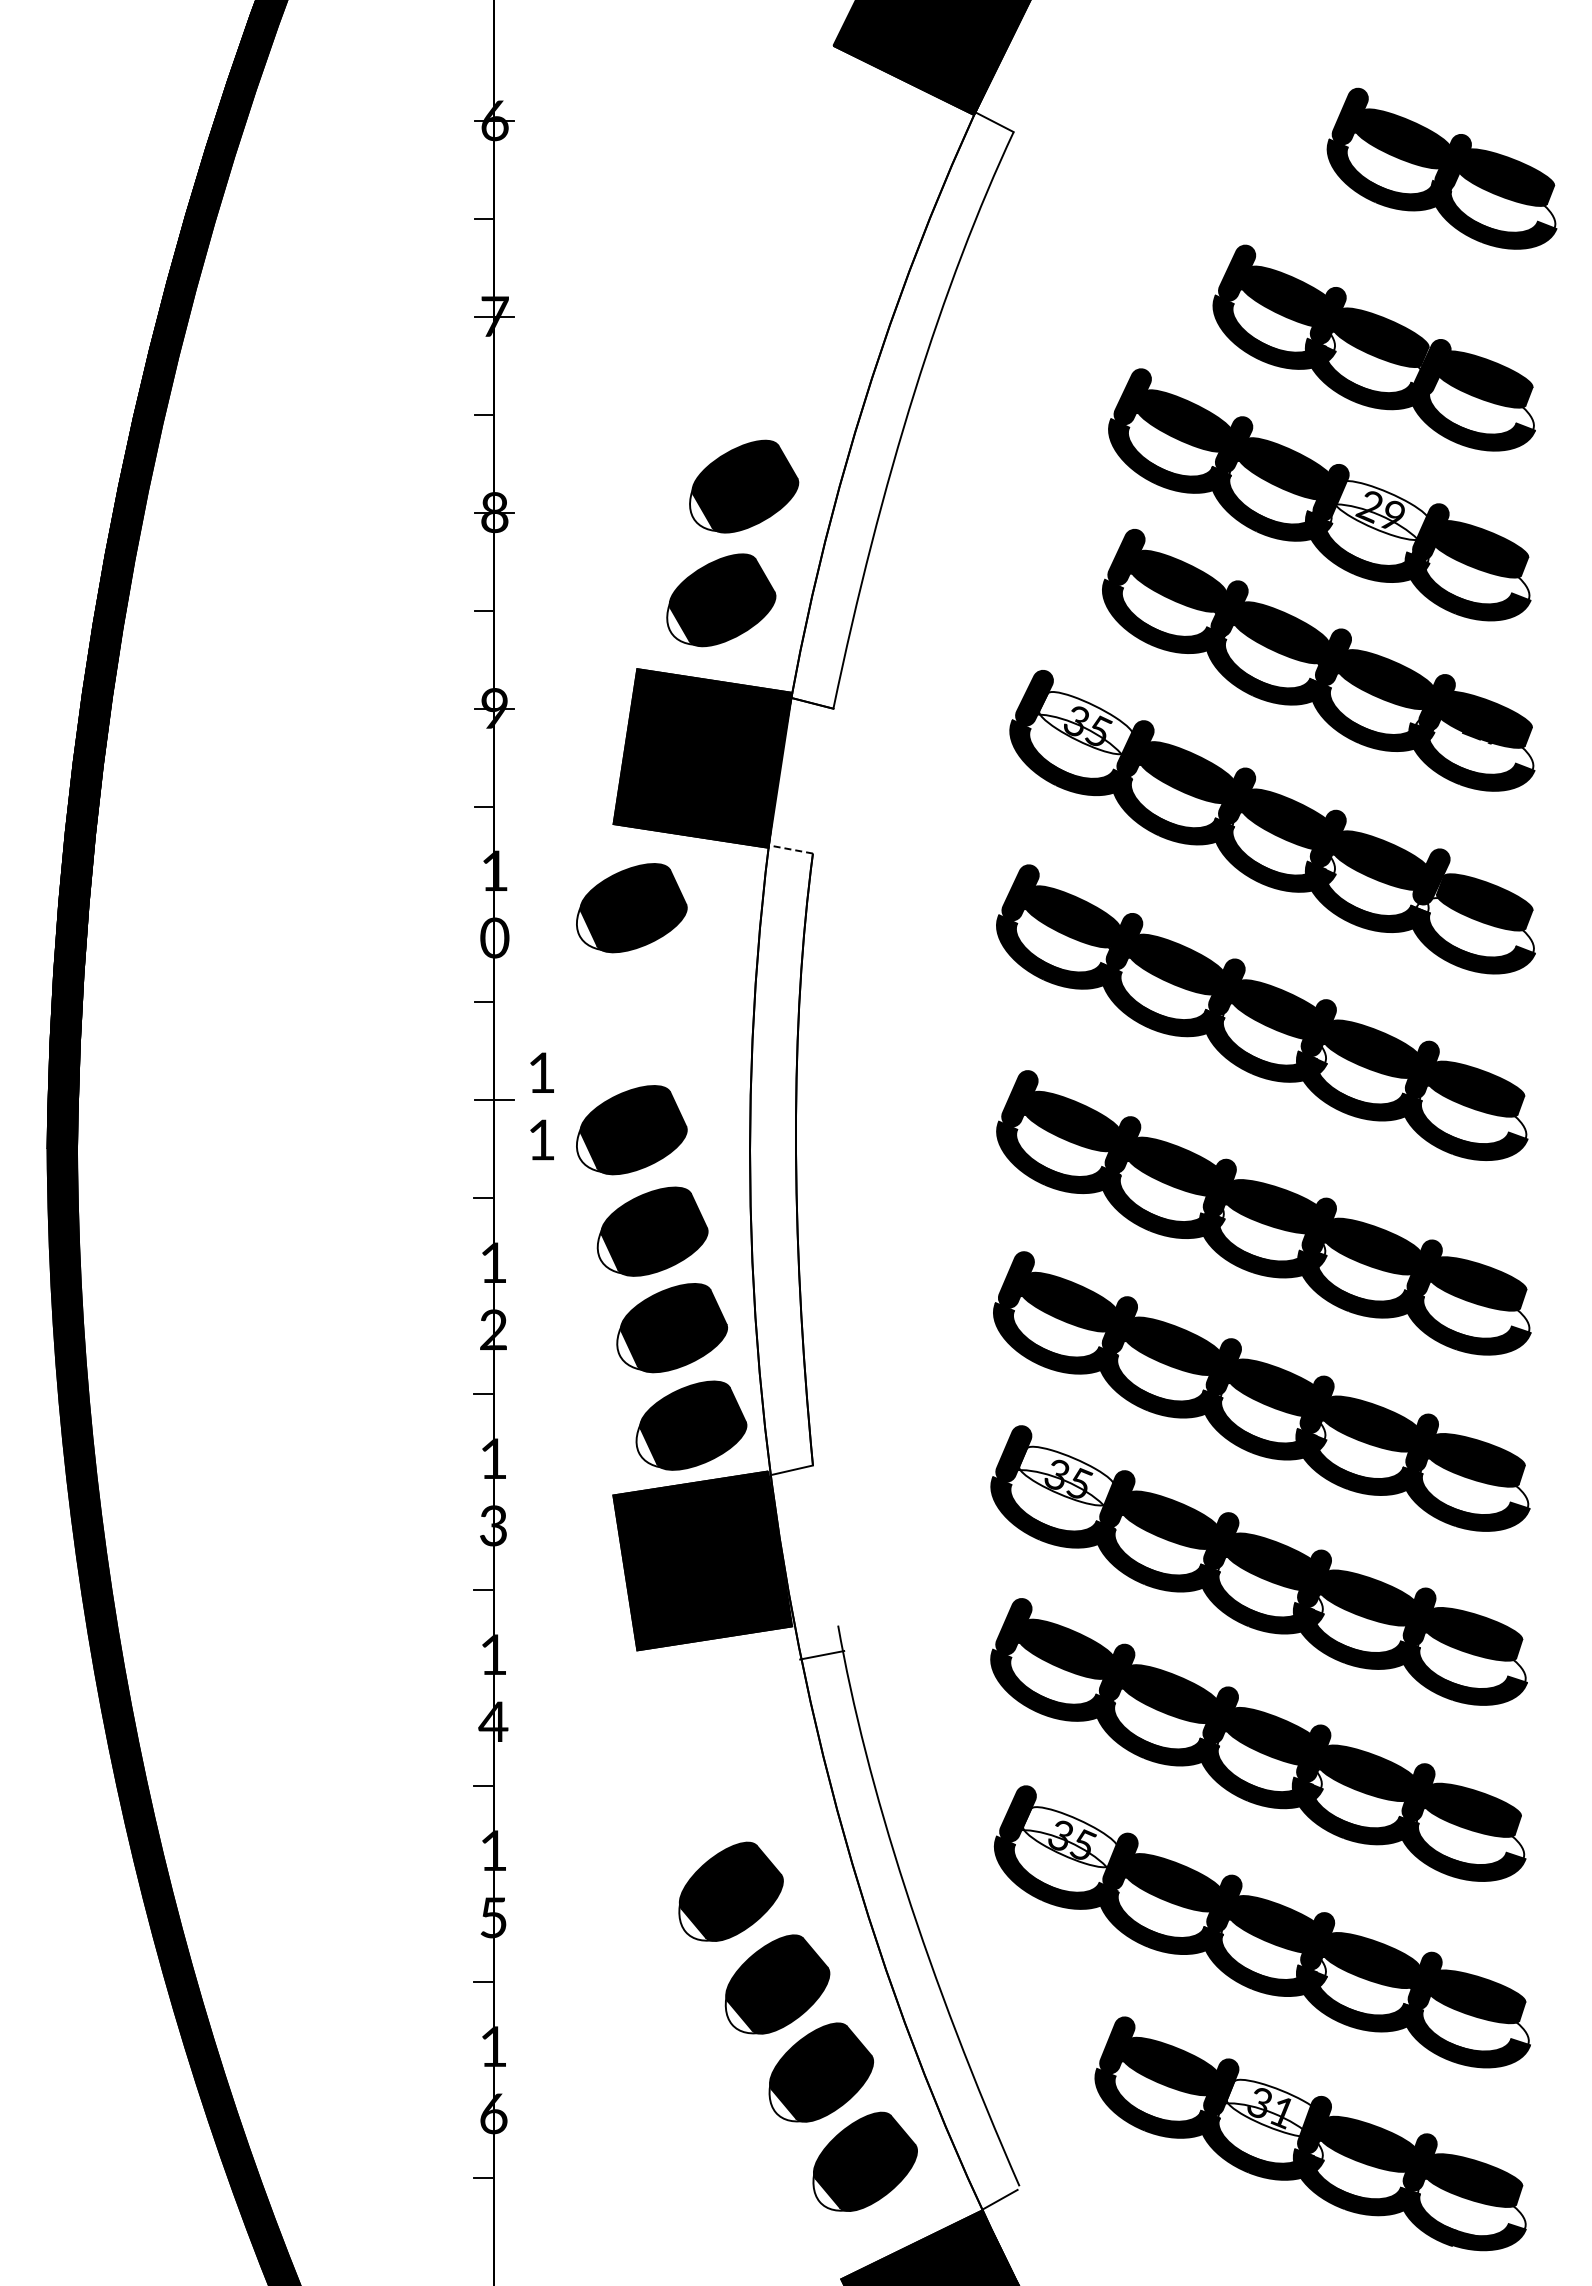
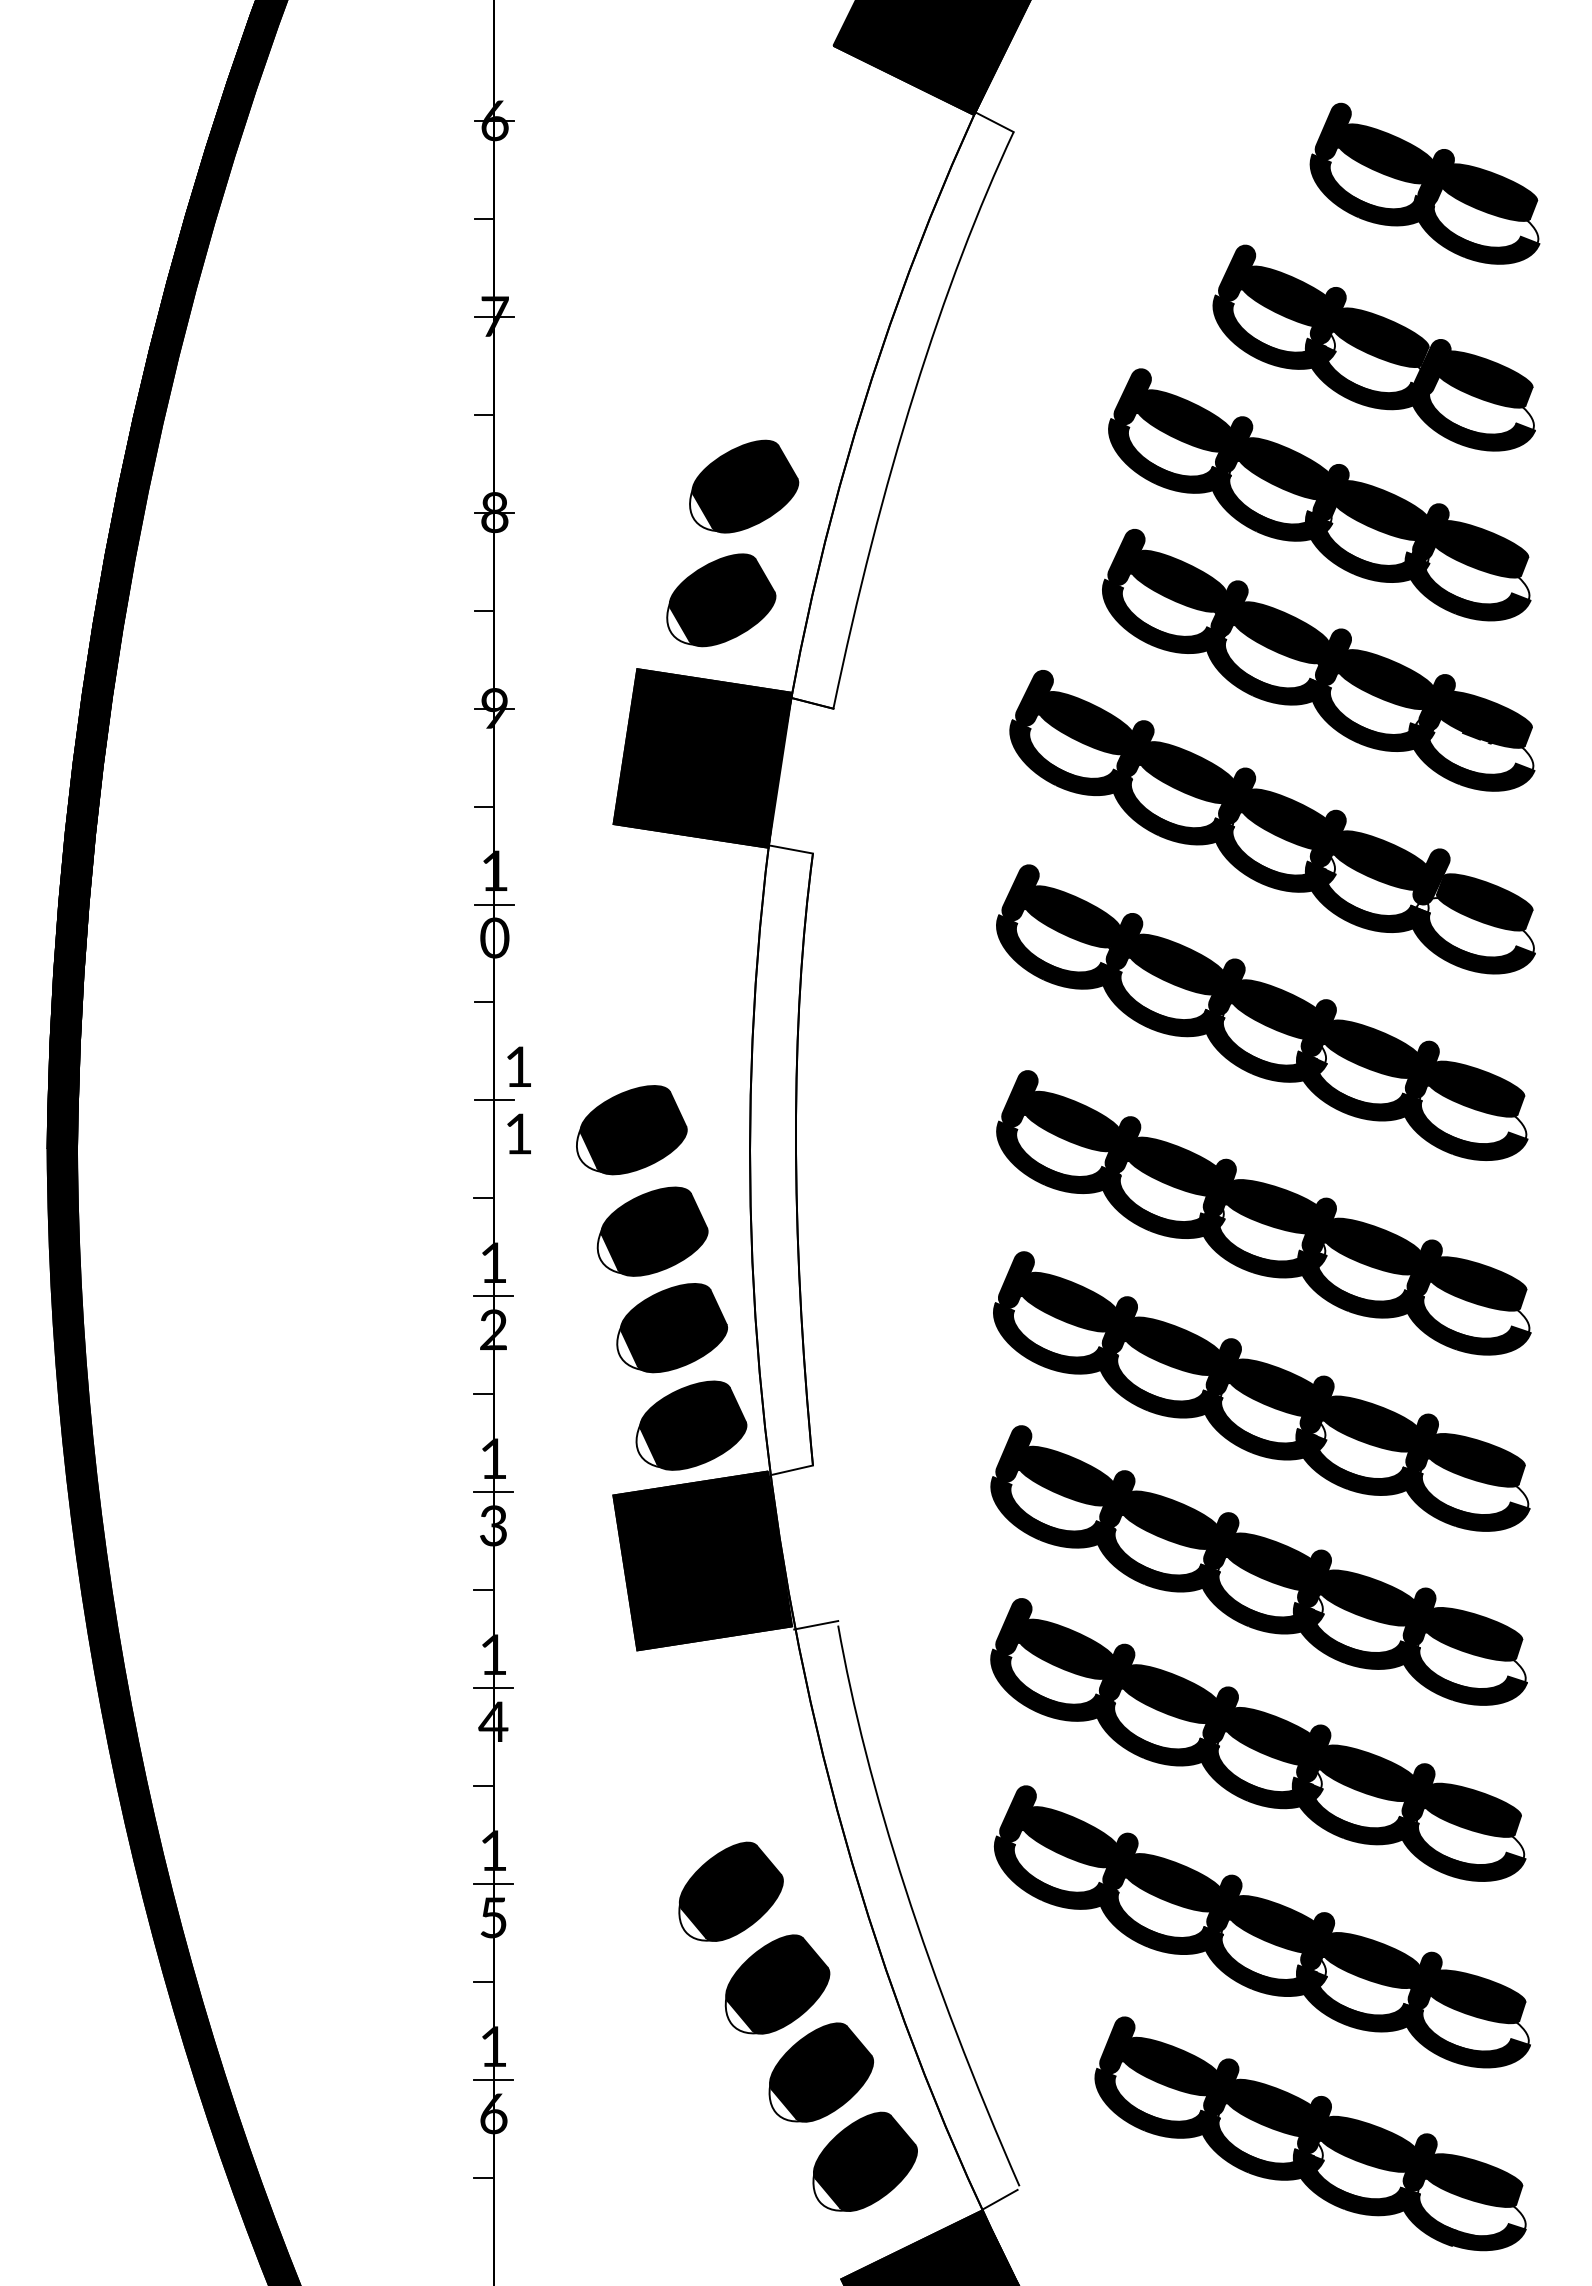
part at (1441, 168) position: (1441, 168) -> (1424, 183)
fill at (1380, 510): none -> present
fill at (1085, 722): none -> present
line at (791, 849): dashed -> solid
line at (494, 904): none -> present
part at (631, 908): present -> none
text at (541, 1106) position: (541, 1106) -> (518, 1100)
line at (492, 1296): none -> present
fill at (1066, 1475): none -> present
line at (492, 1492): none -> present
line at (822, 1655) position: (822, 1655) -> (816, 1625)
line at (492, 1688): none -> present
fill at (1070, 1837): none -> present
line at (492, 1884): none -> present
line at (492, 2080): none -> present
fill at (1274, 2108): none -> present
